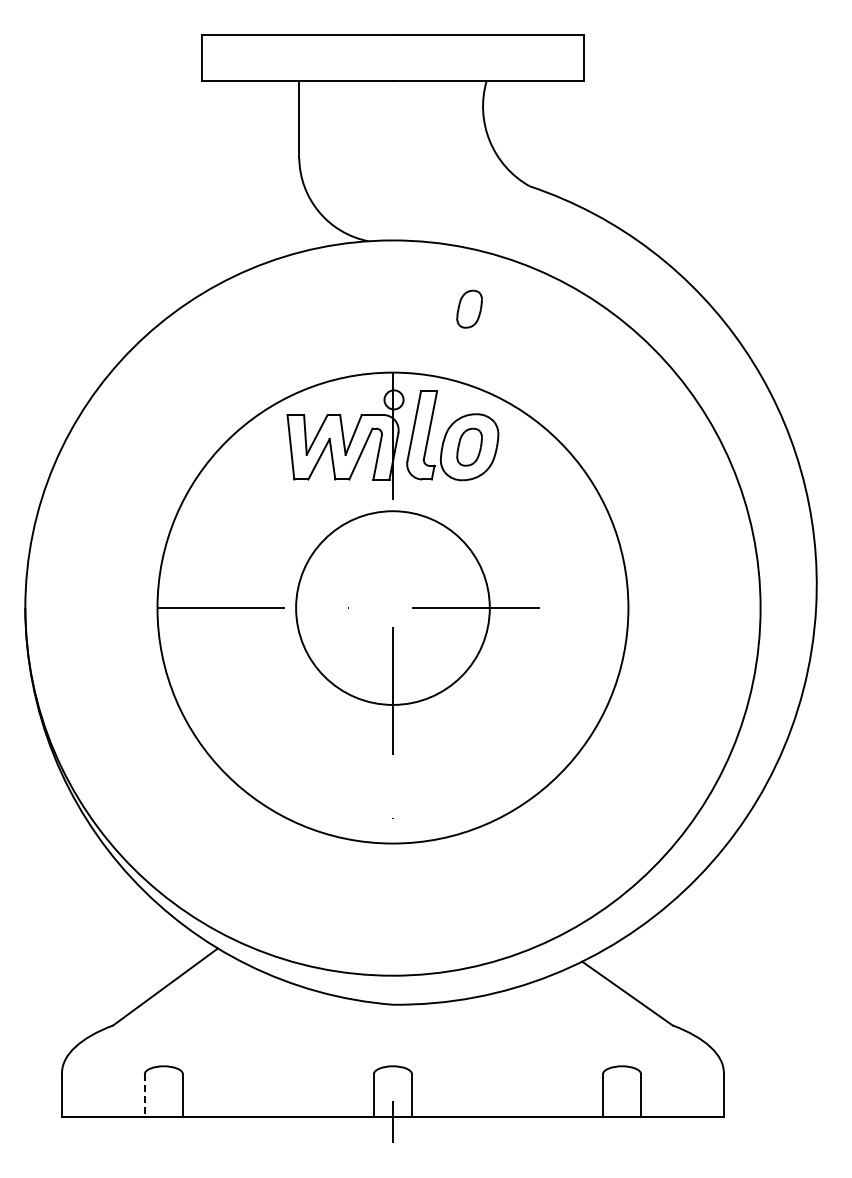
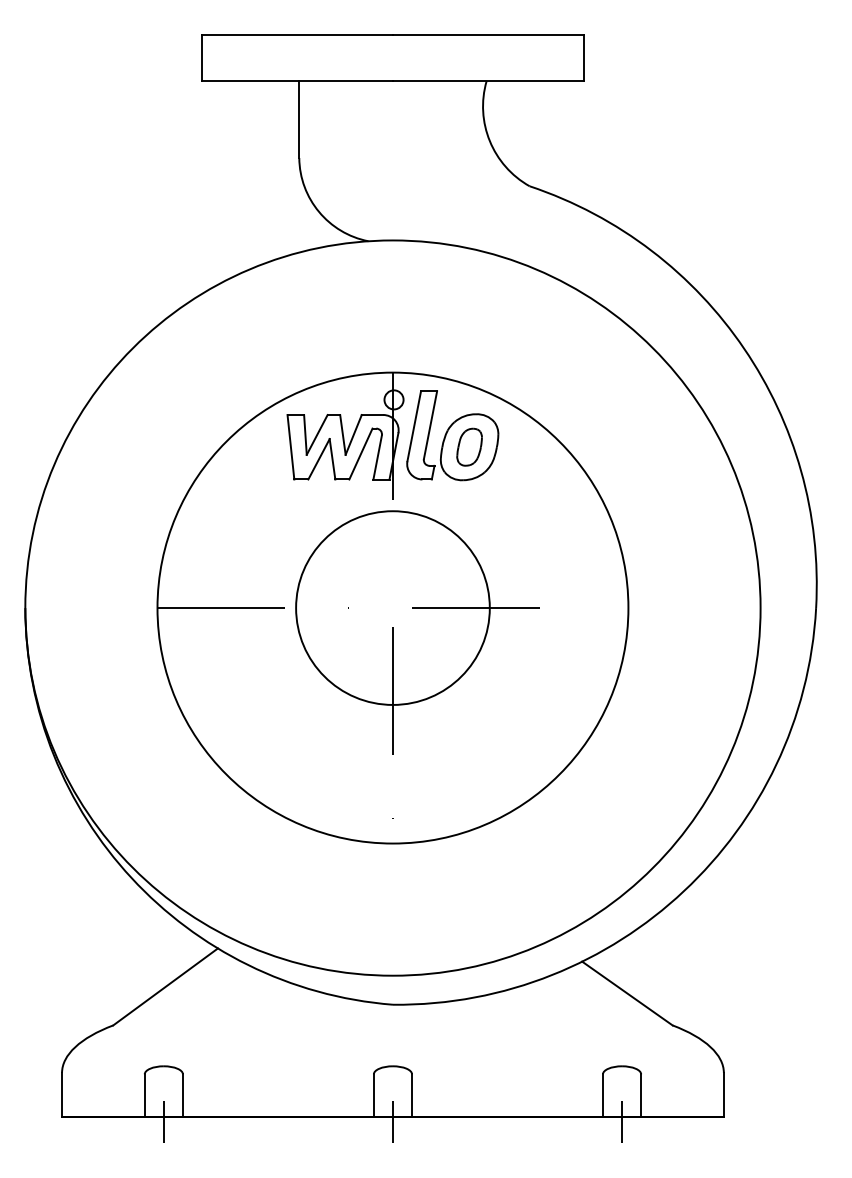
part at (469, 308): present -> none
line at (144, 1096): dashed -> solid
line at (163, 1121): none -> present
line at (622, 1121): none -> present
